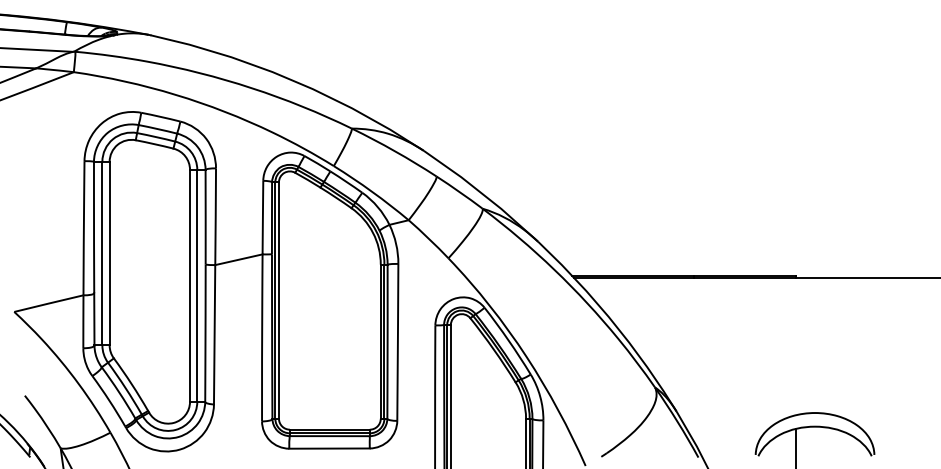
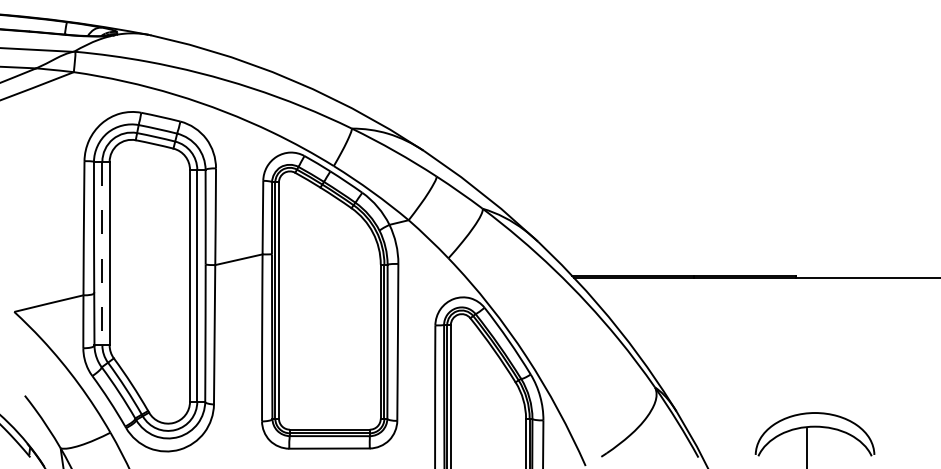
line at (102, 253): solid -> dashed
line at (795, 447) position: (795, 447) -> (806, 447)
